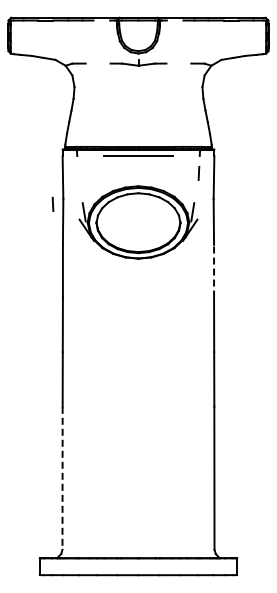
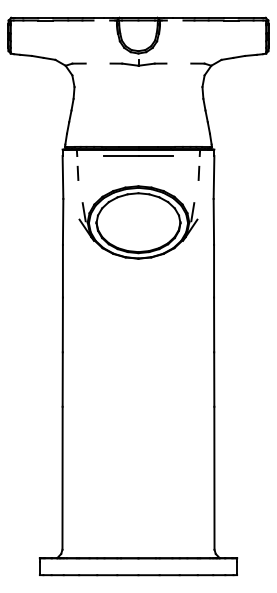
line at (52, 204) position: (52, 204) -> (77, 173)
line at (214, 270): dashed -> solid
line at (62, 478): dashed -> solid
